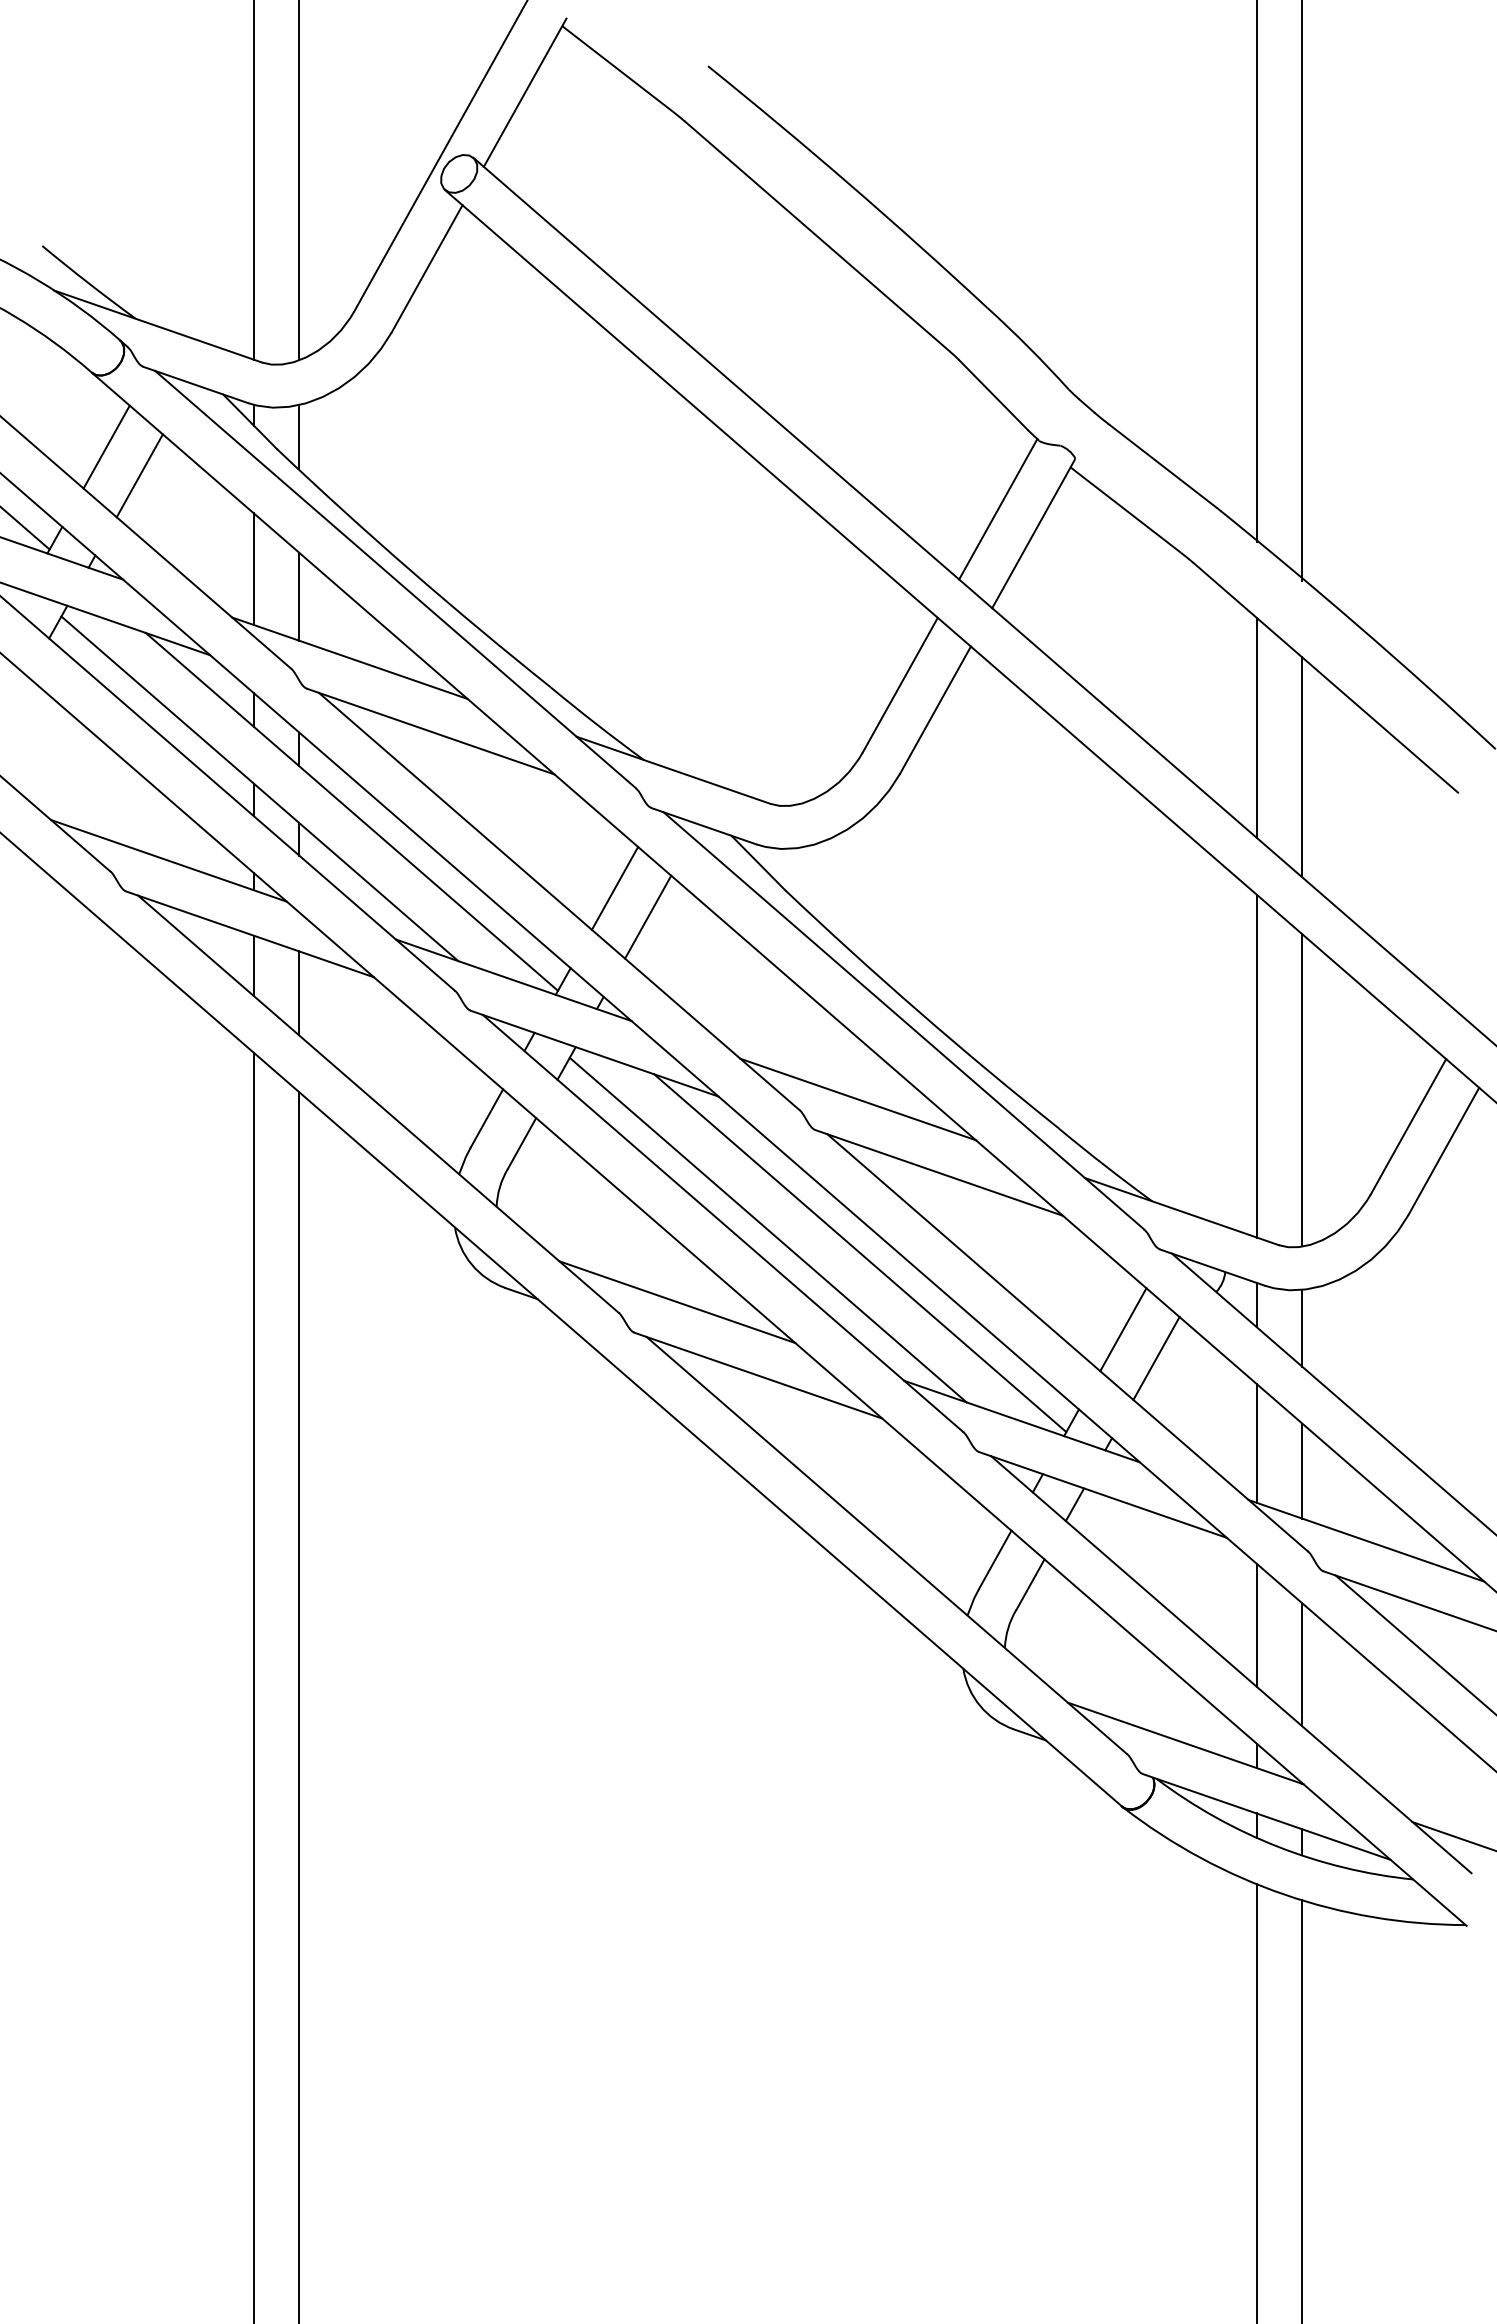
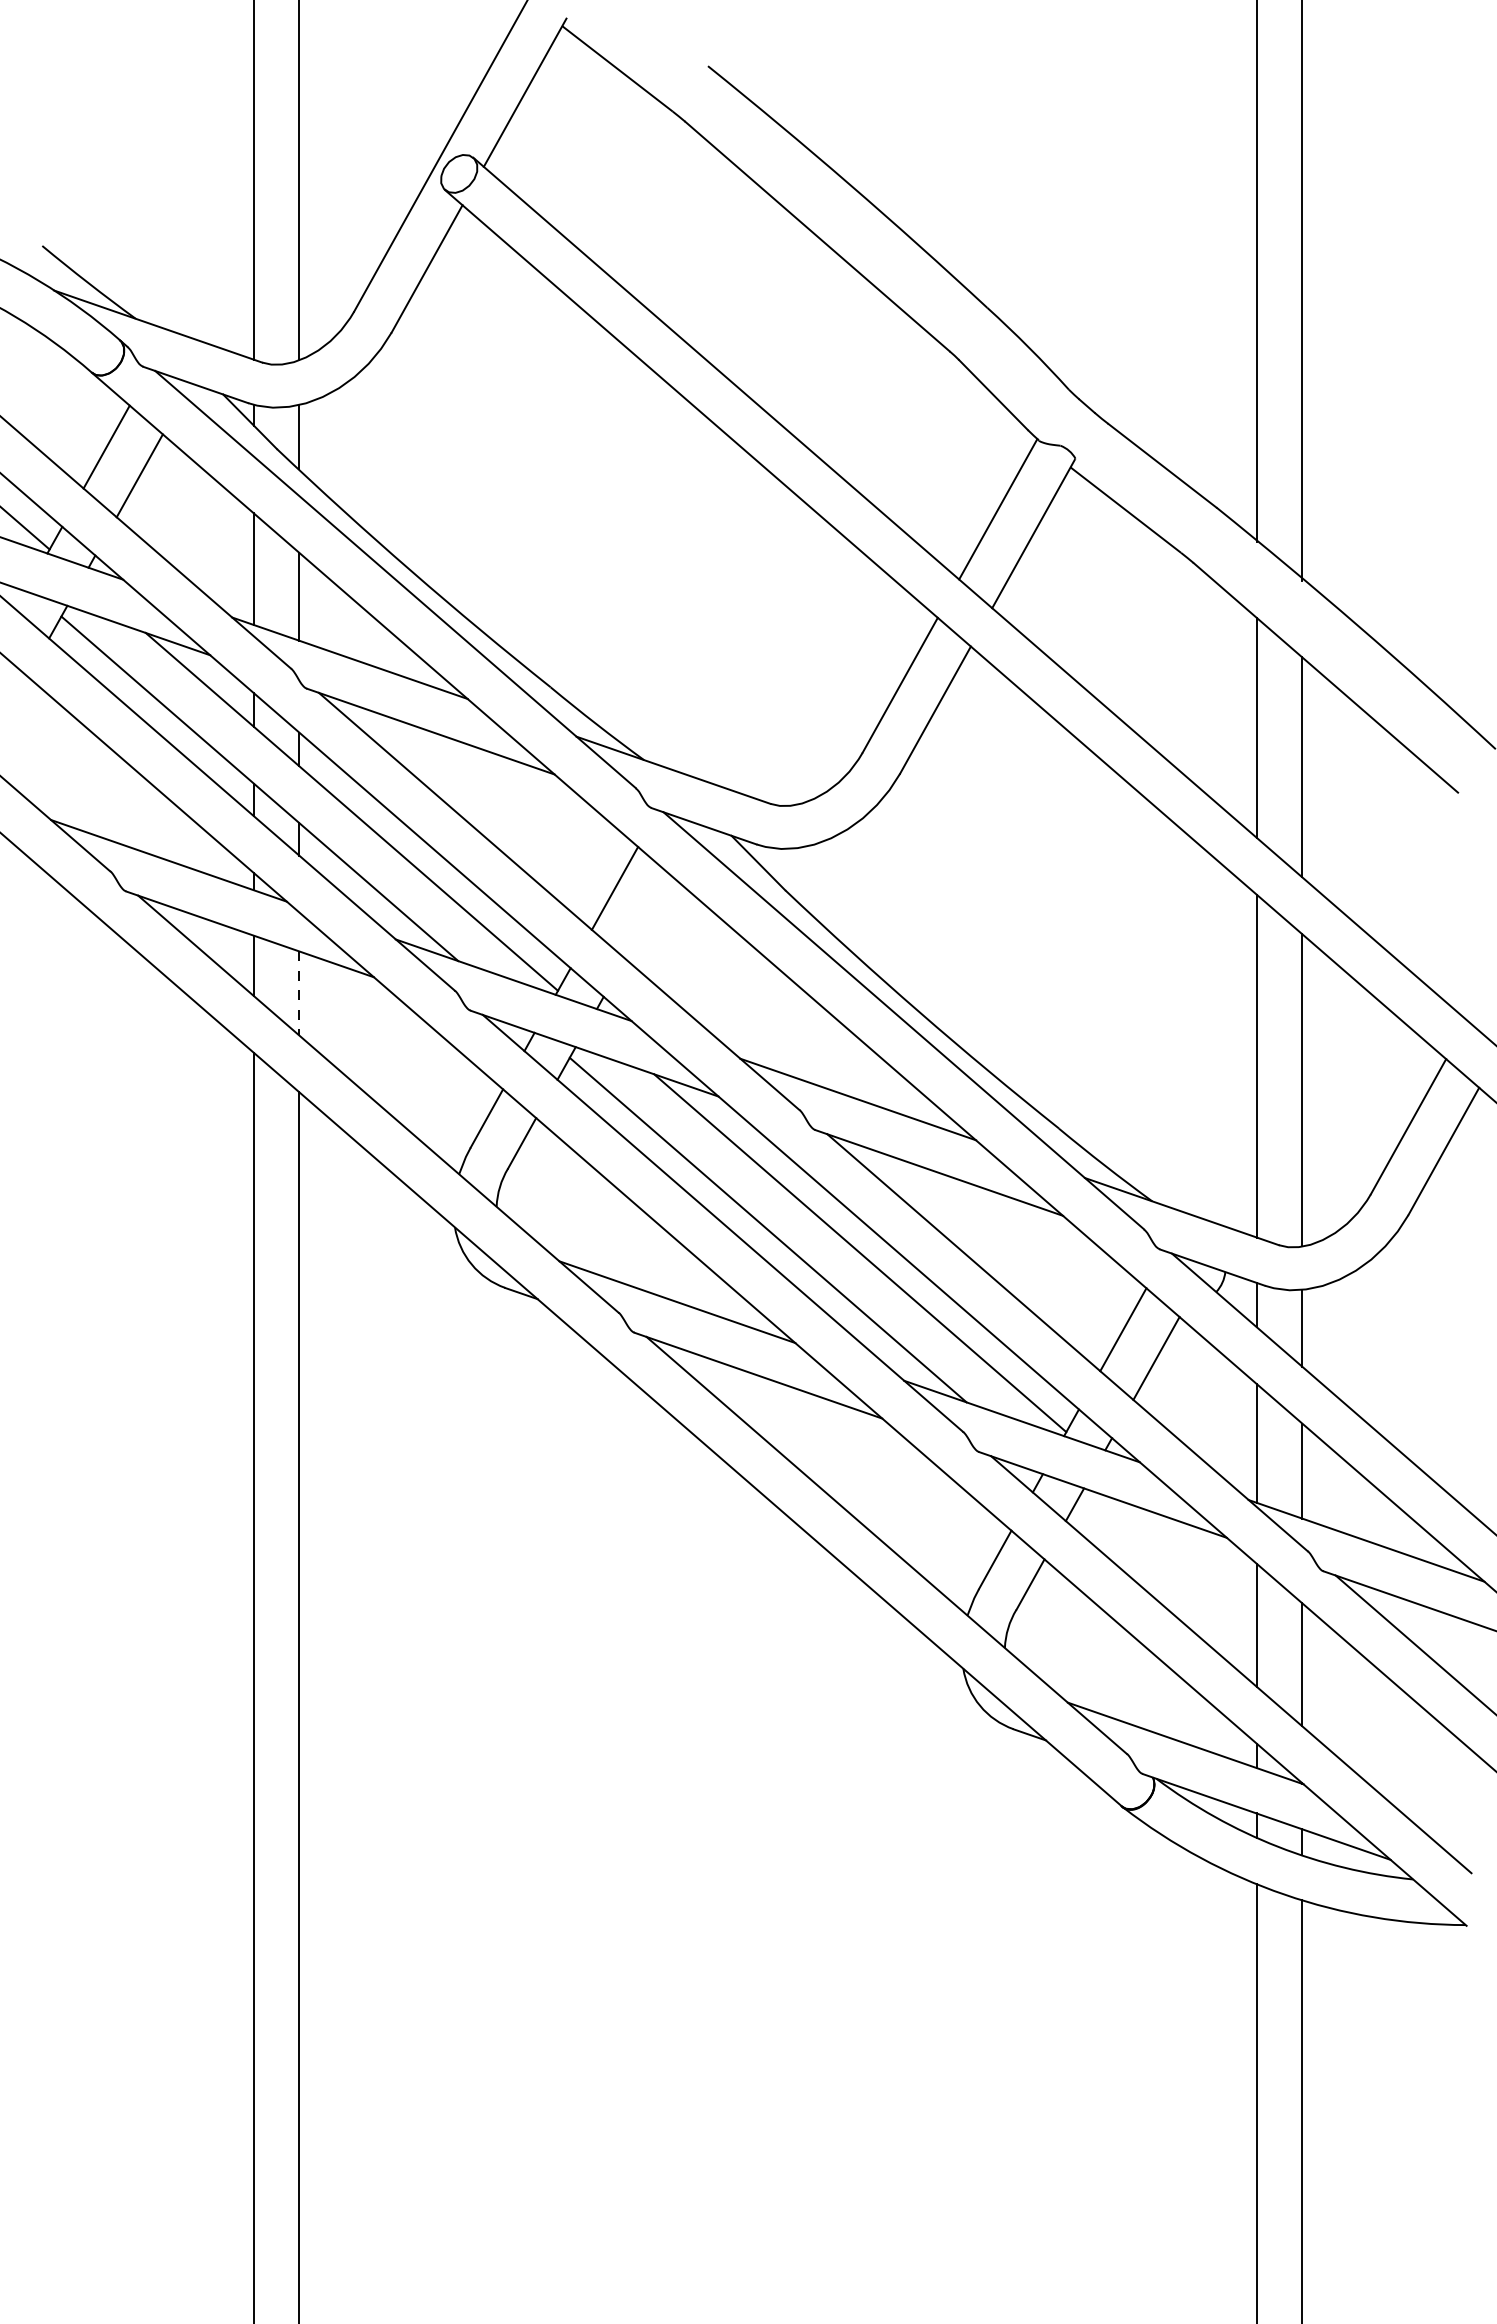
line at (648, 916): present -> none
line at (299, 993): solid -> dashed
line at (1452, 1836): present -> none
